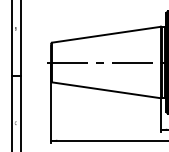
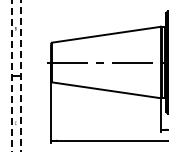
line at (11, 76): solid -> dashed
line at (20, 76): solid -> dashed
